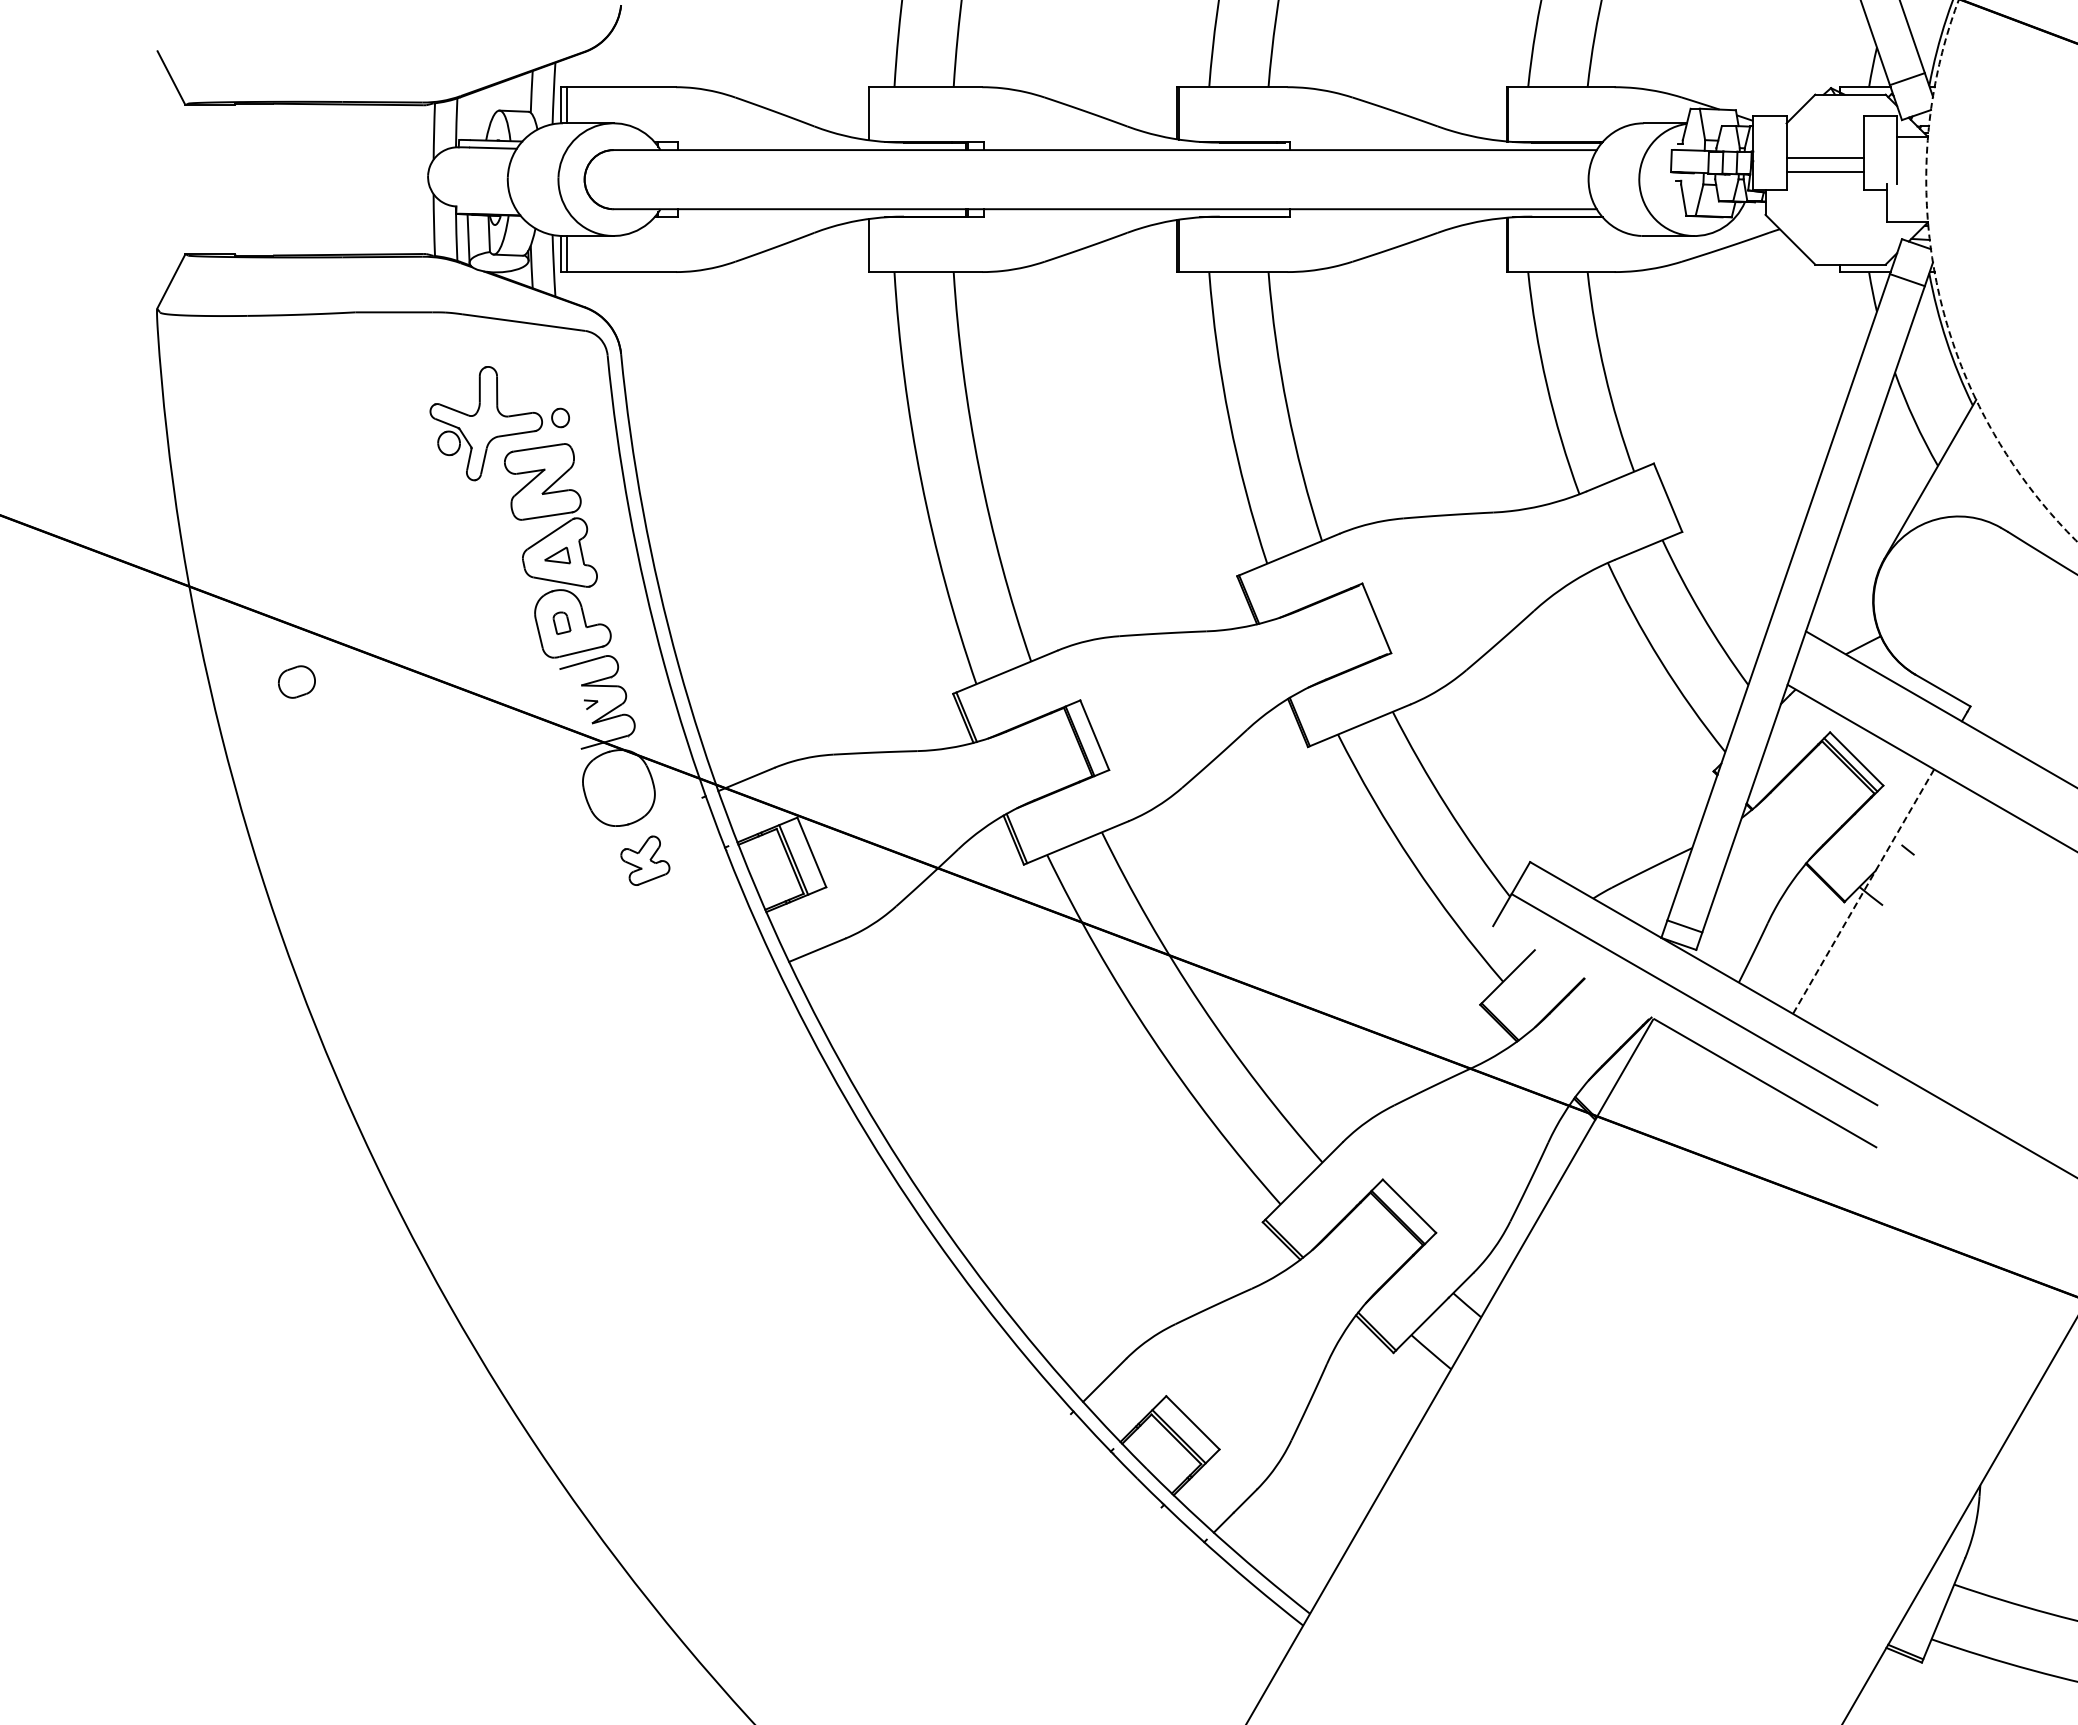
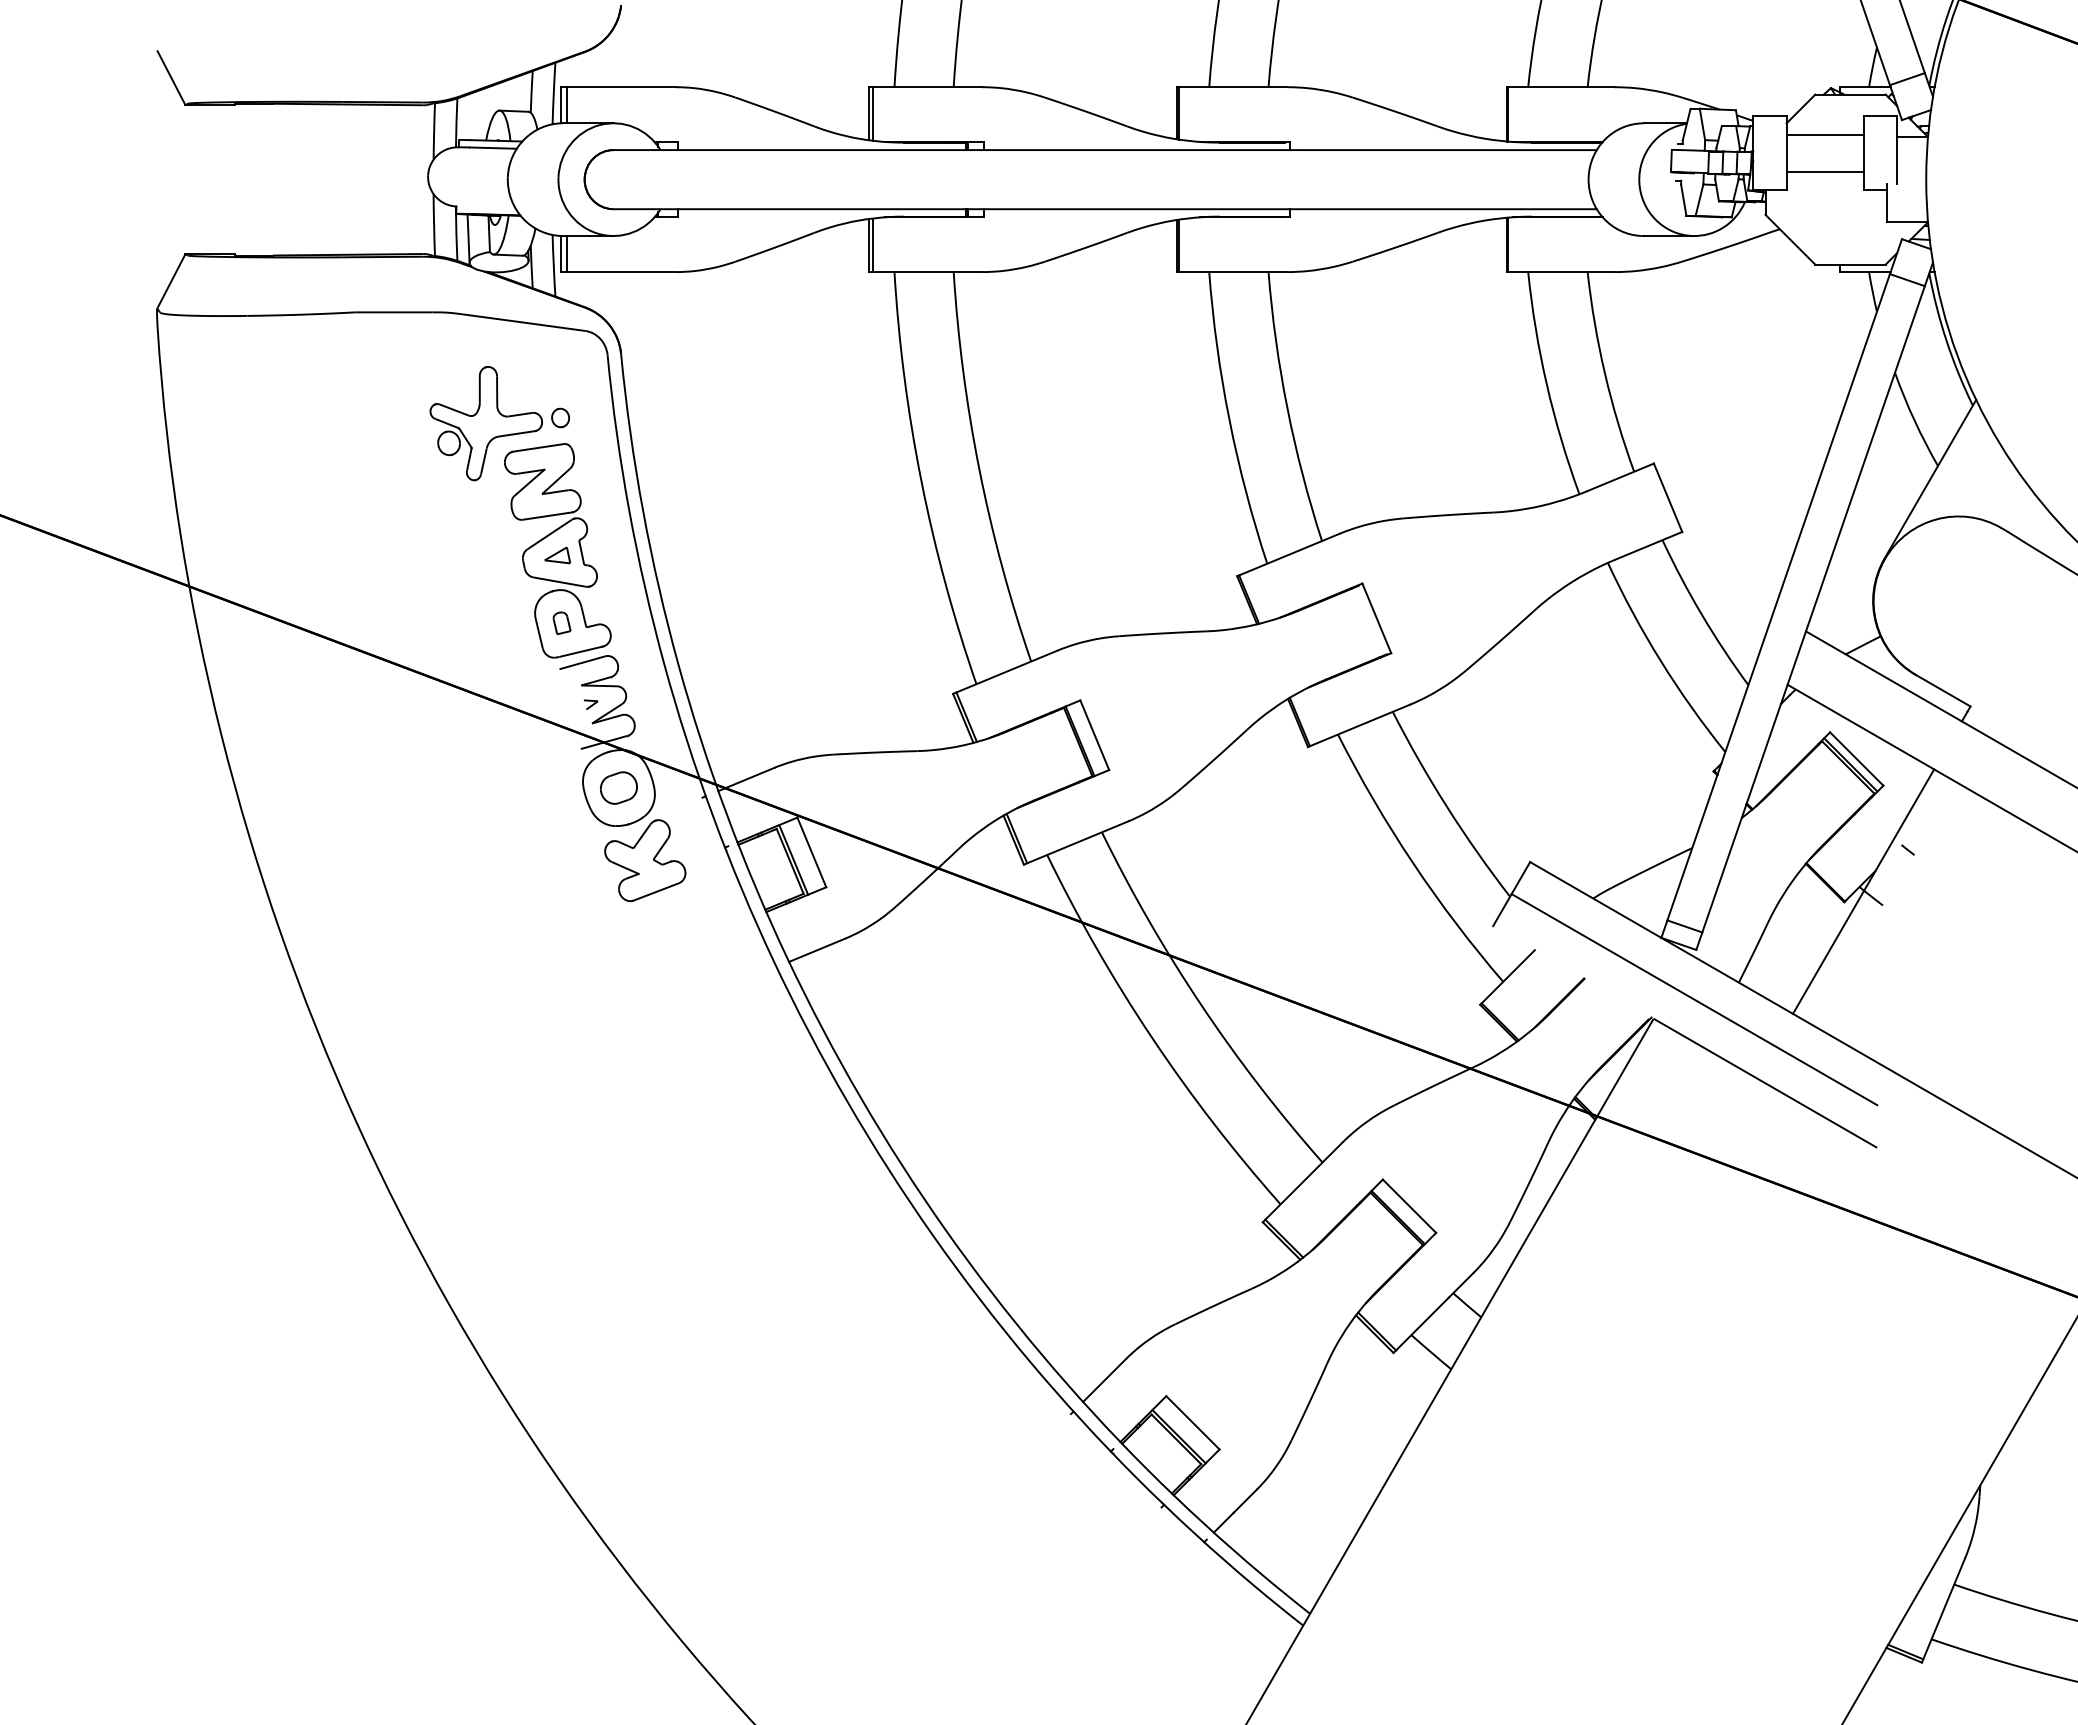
line at (872, 113): none -> present
line at (1825, 157) position: (1825, 157) -> (1825, 134)
line at (872, 245): none -> present
circle at (2001, 271): dashed -> solid
part at (296, 681) position: (296, 681) -> (618, 787)
part at (645, 860) size: 51x51 px -> 83x84 px
line at (1863, 892): dashed -> solid
